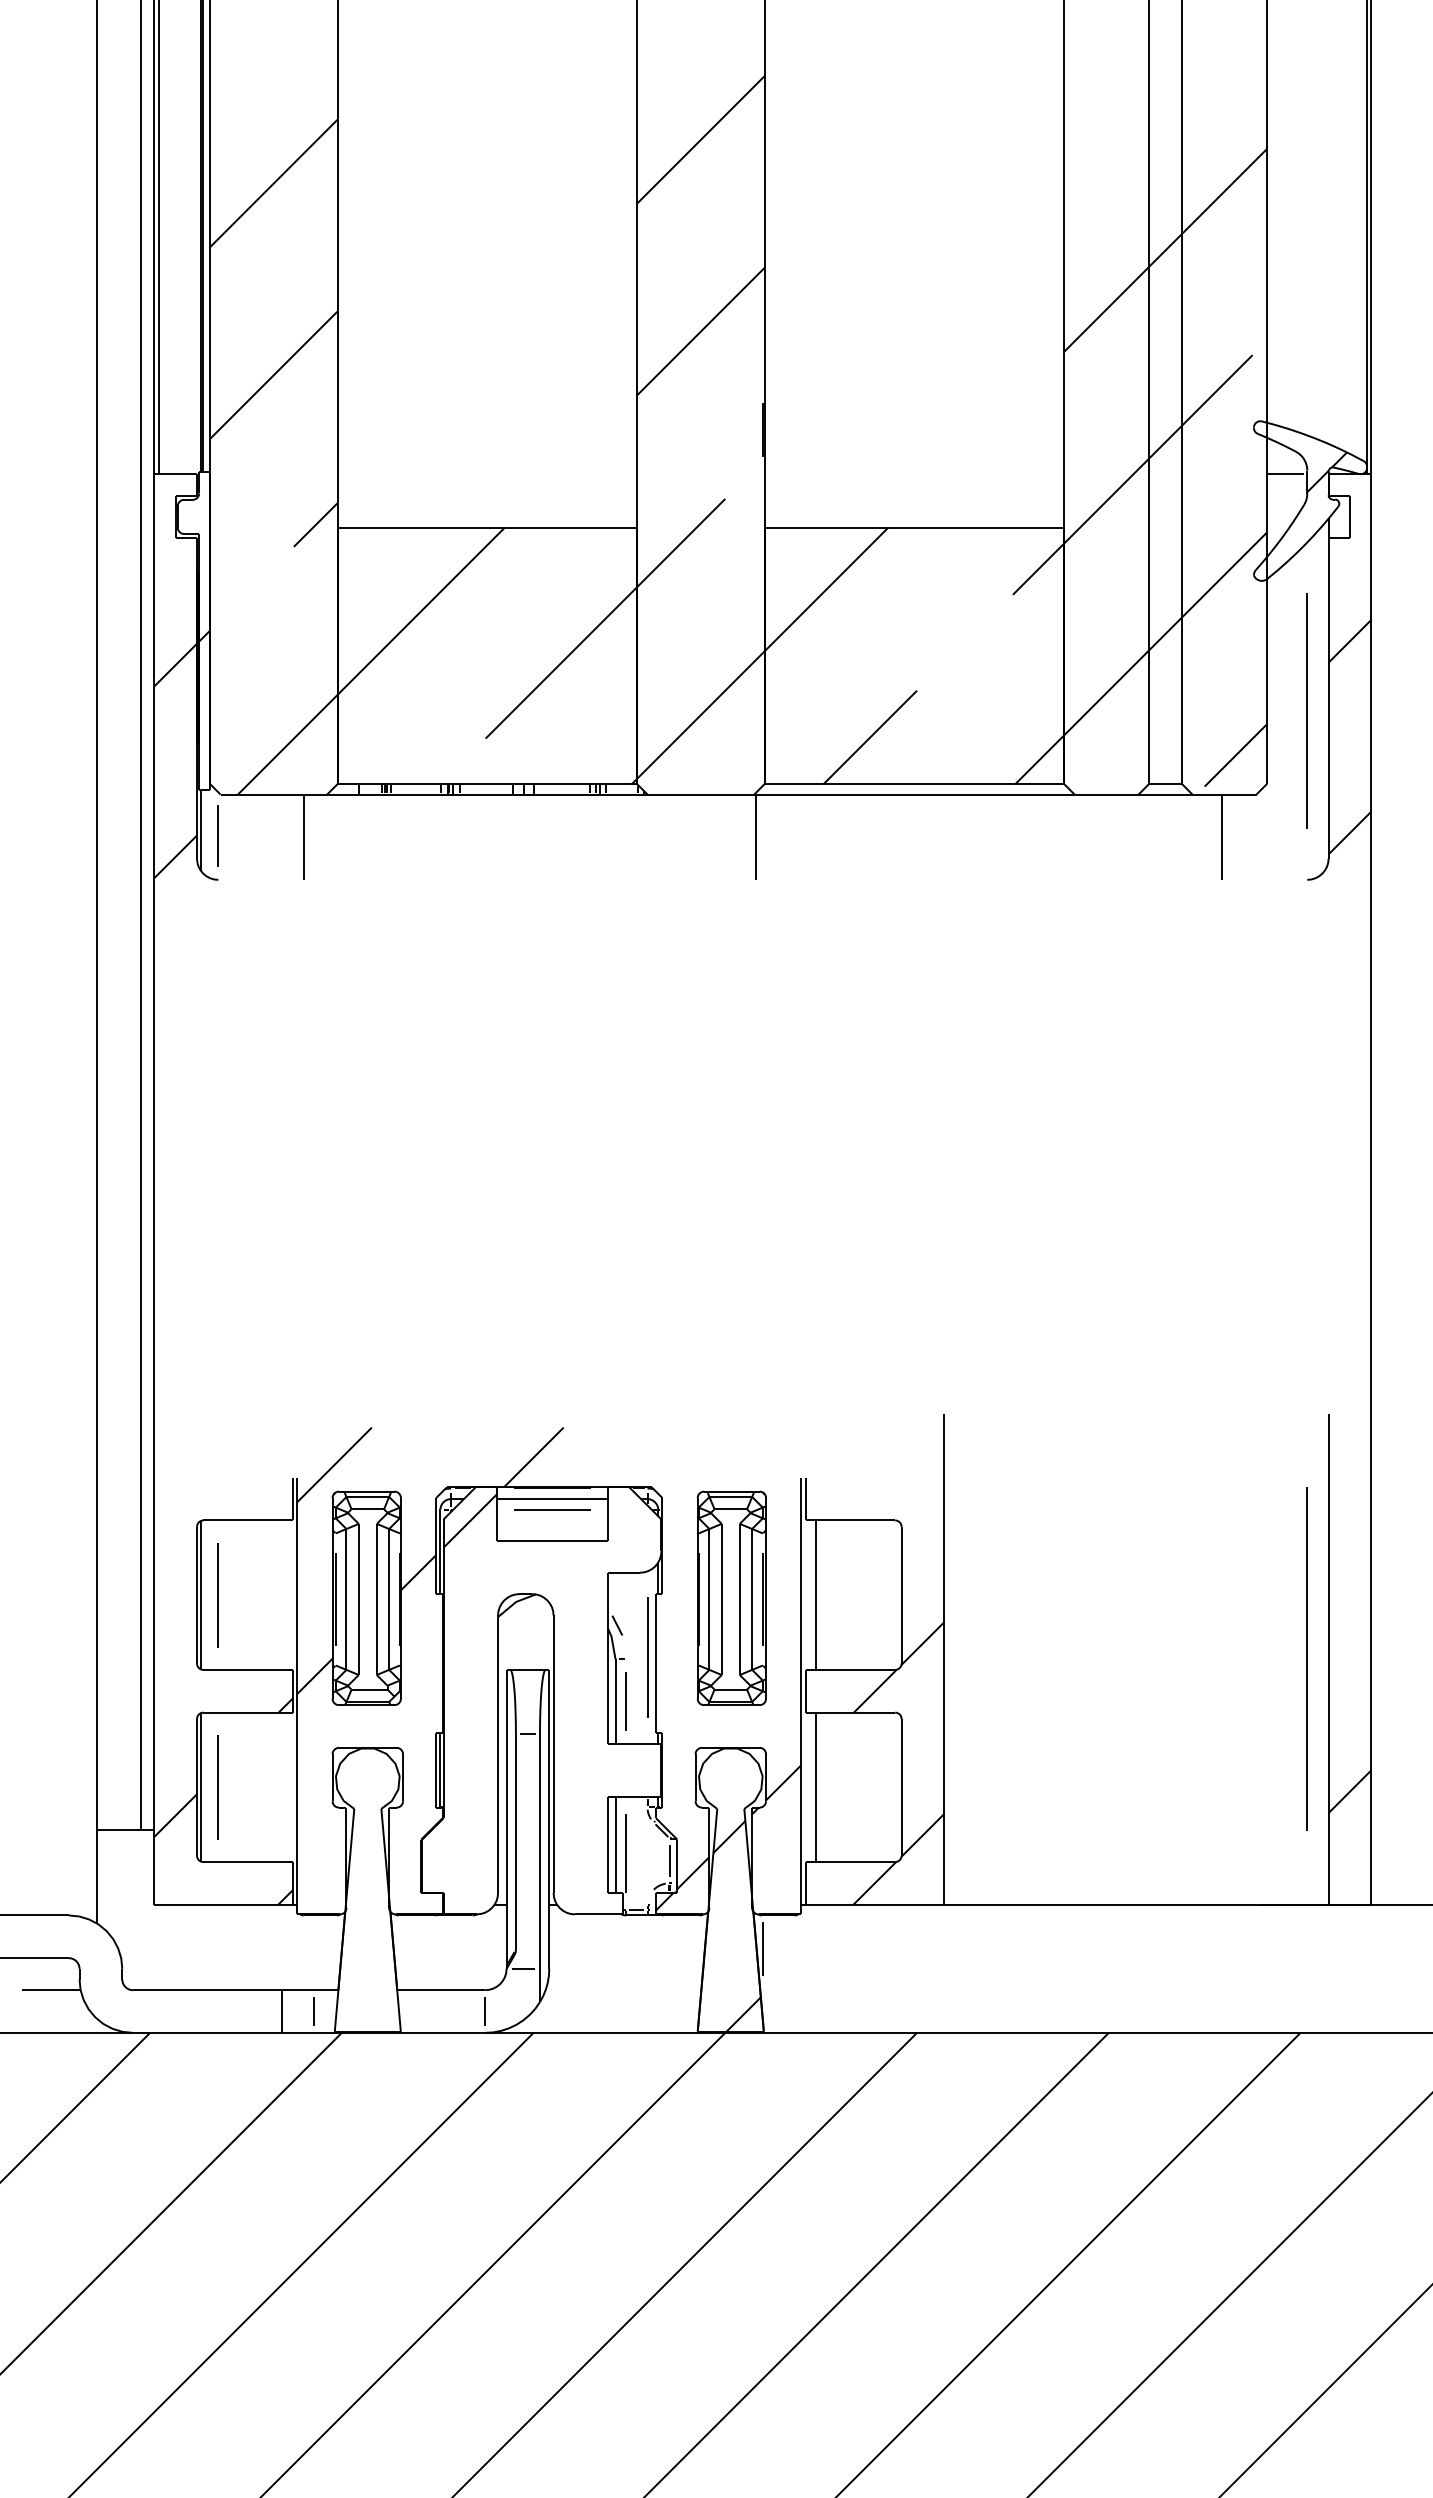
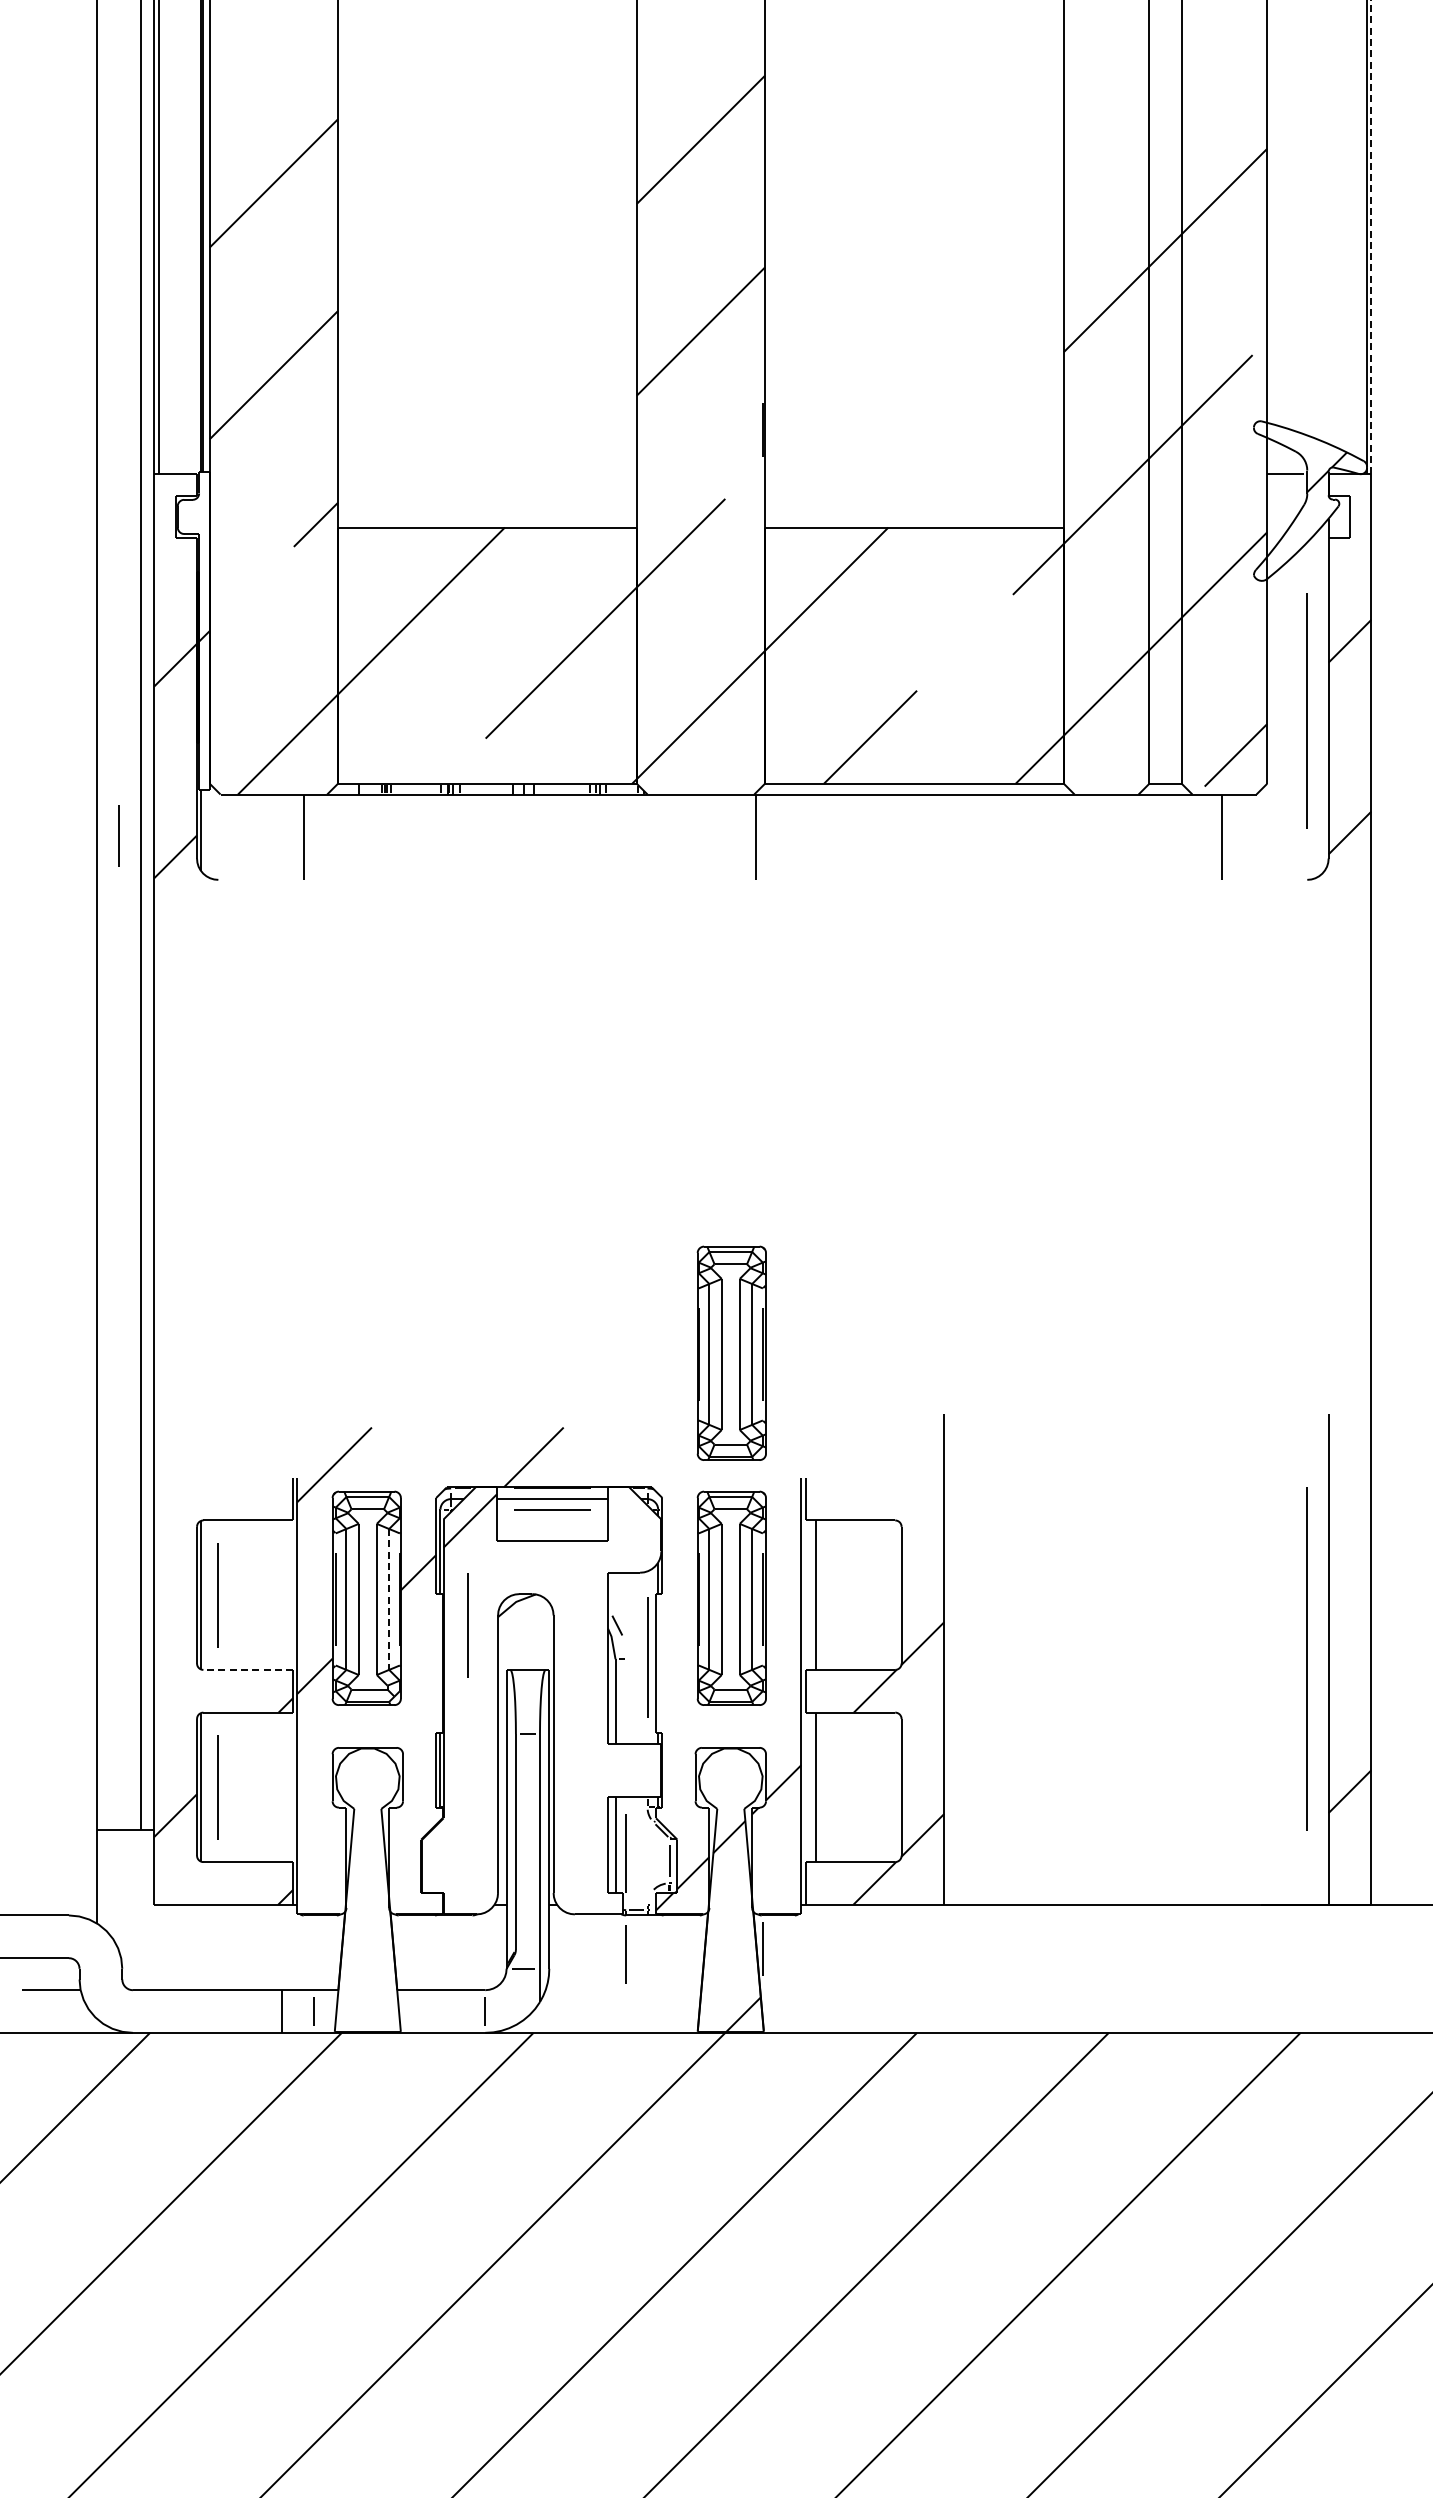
line at (1371, 237): solid -> dashed
line at (217, 835) position: (217, 835) -> (118, 835)
part at (731, 1352): none -> present
line at (389, 1599): solid -> dashed
line at (467, 1625): none -> present
line at (248, 1669): solid -> dashed
line at (625, 1701) position: (625, 1701) -> (625, 1954)
